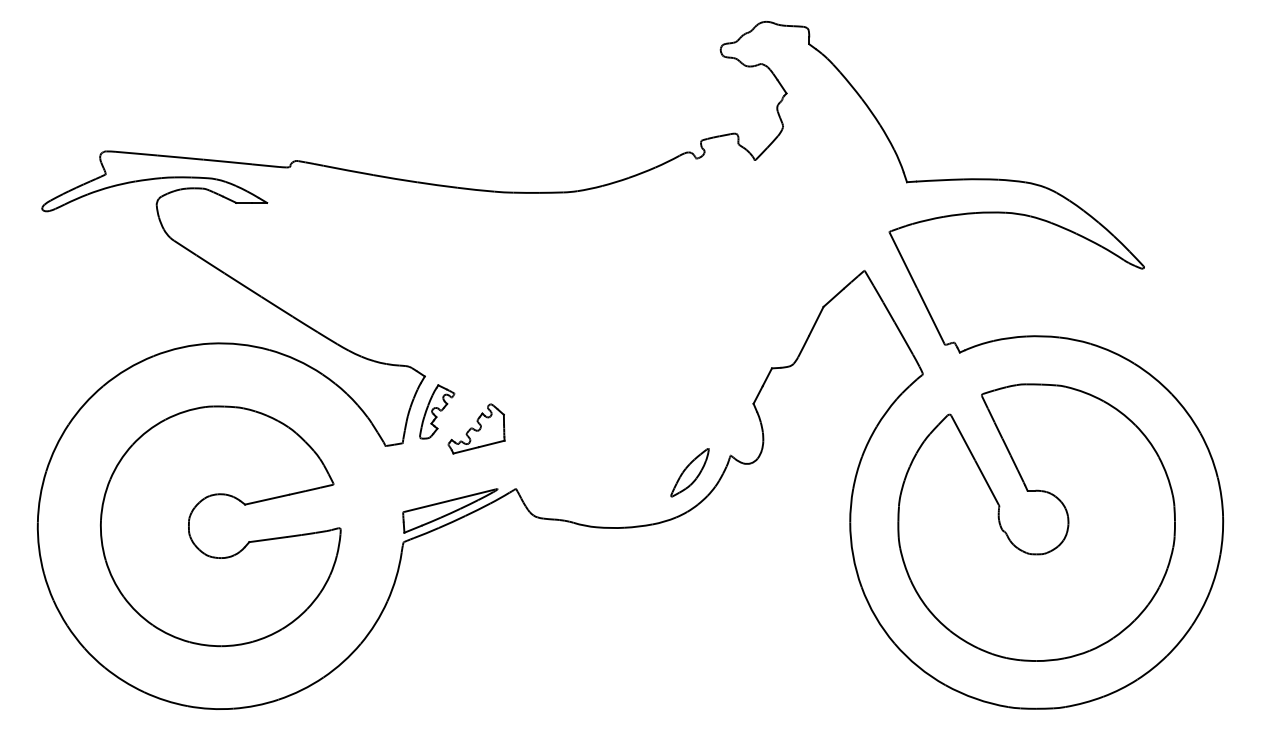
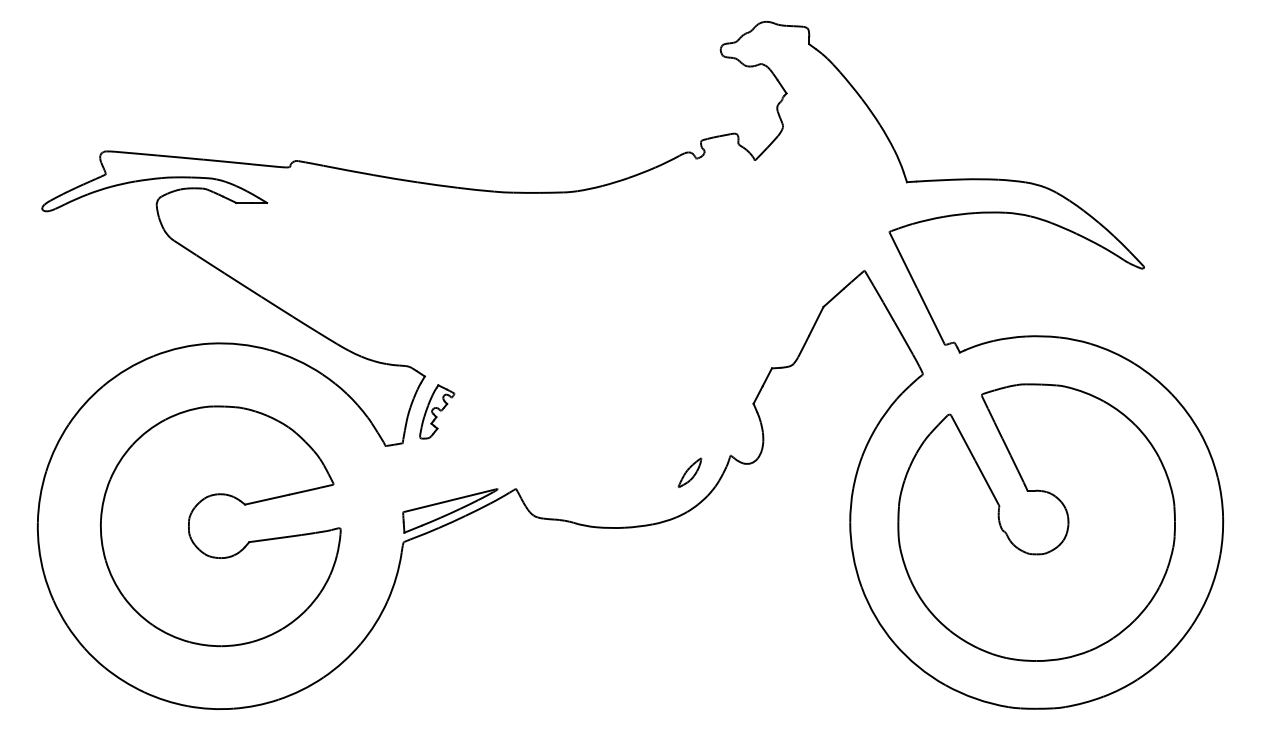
part at (476, 428): present -> none
part at (689, 472) size: 40x50 px -> 26x31 px
